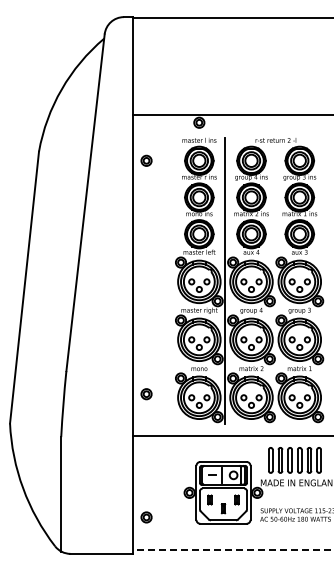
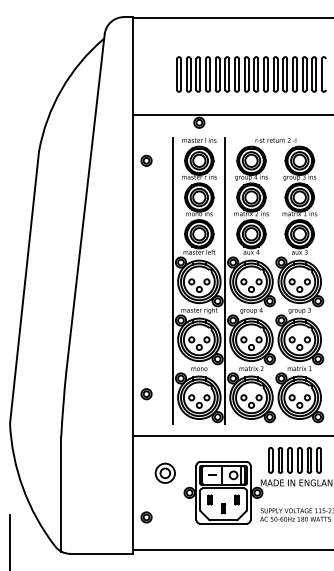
part at (251, 74): none -> present
line at (173, 281): none -> present
part at (164, 472): none -> present
line at (10, 540): none -> present
line at (232, 550): dashed -> solid
